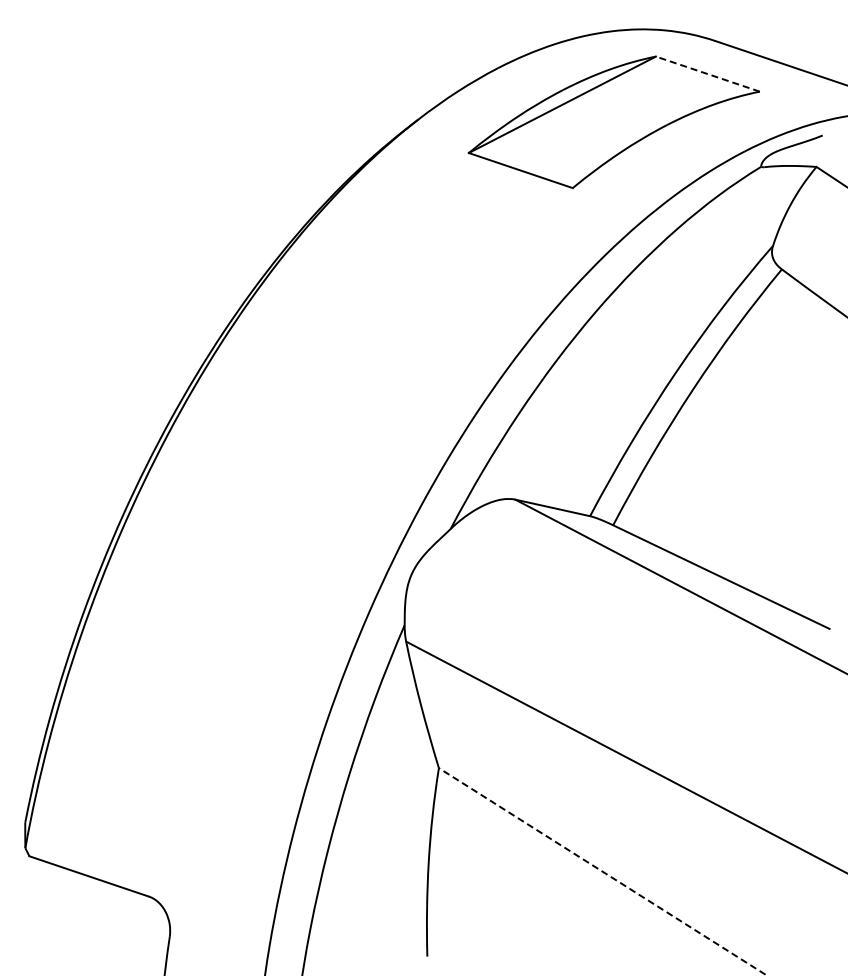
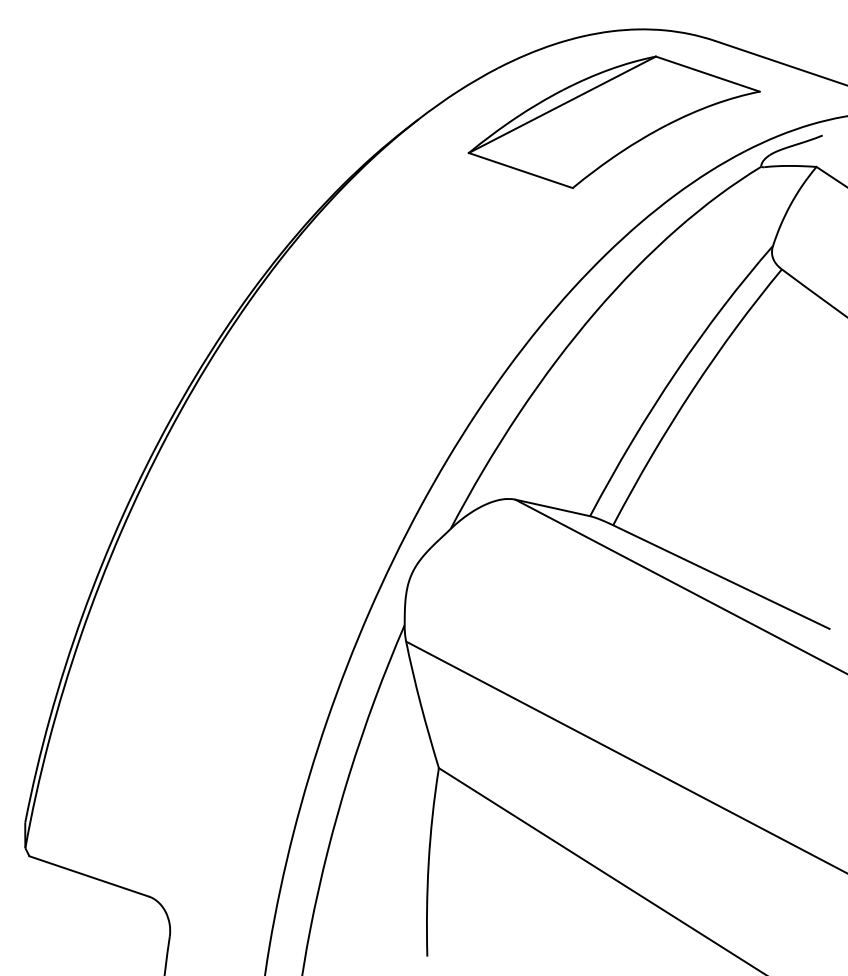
line at (707, 74): dashed -> solid
line at (602, 871): dashed -> solid
